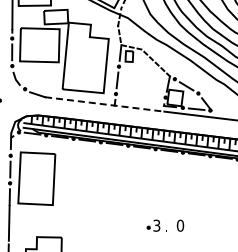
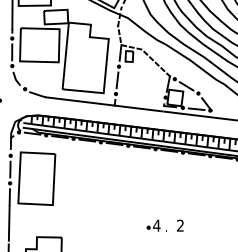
line at (104, 104): dashed -> solid
text at (156, 225): 3 -> 4
text at (180, 225): 0 -> 2
